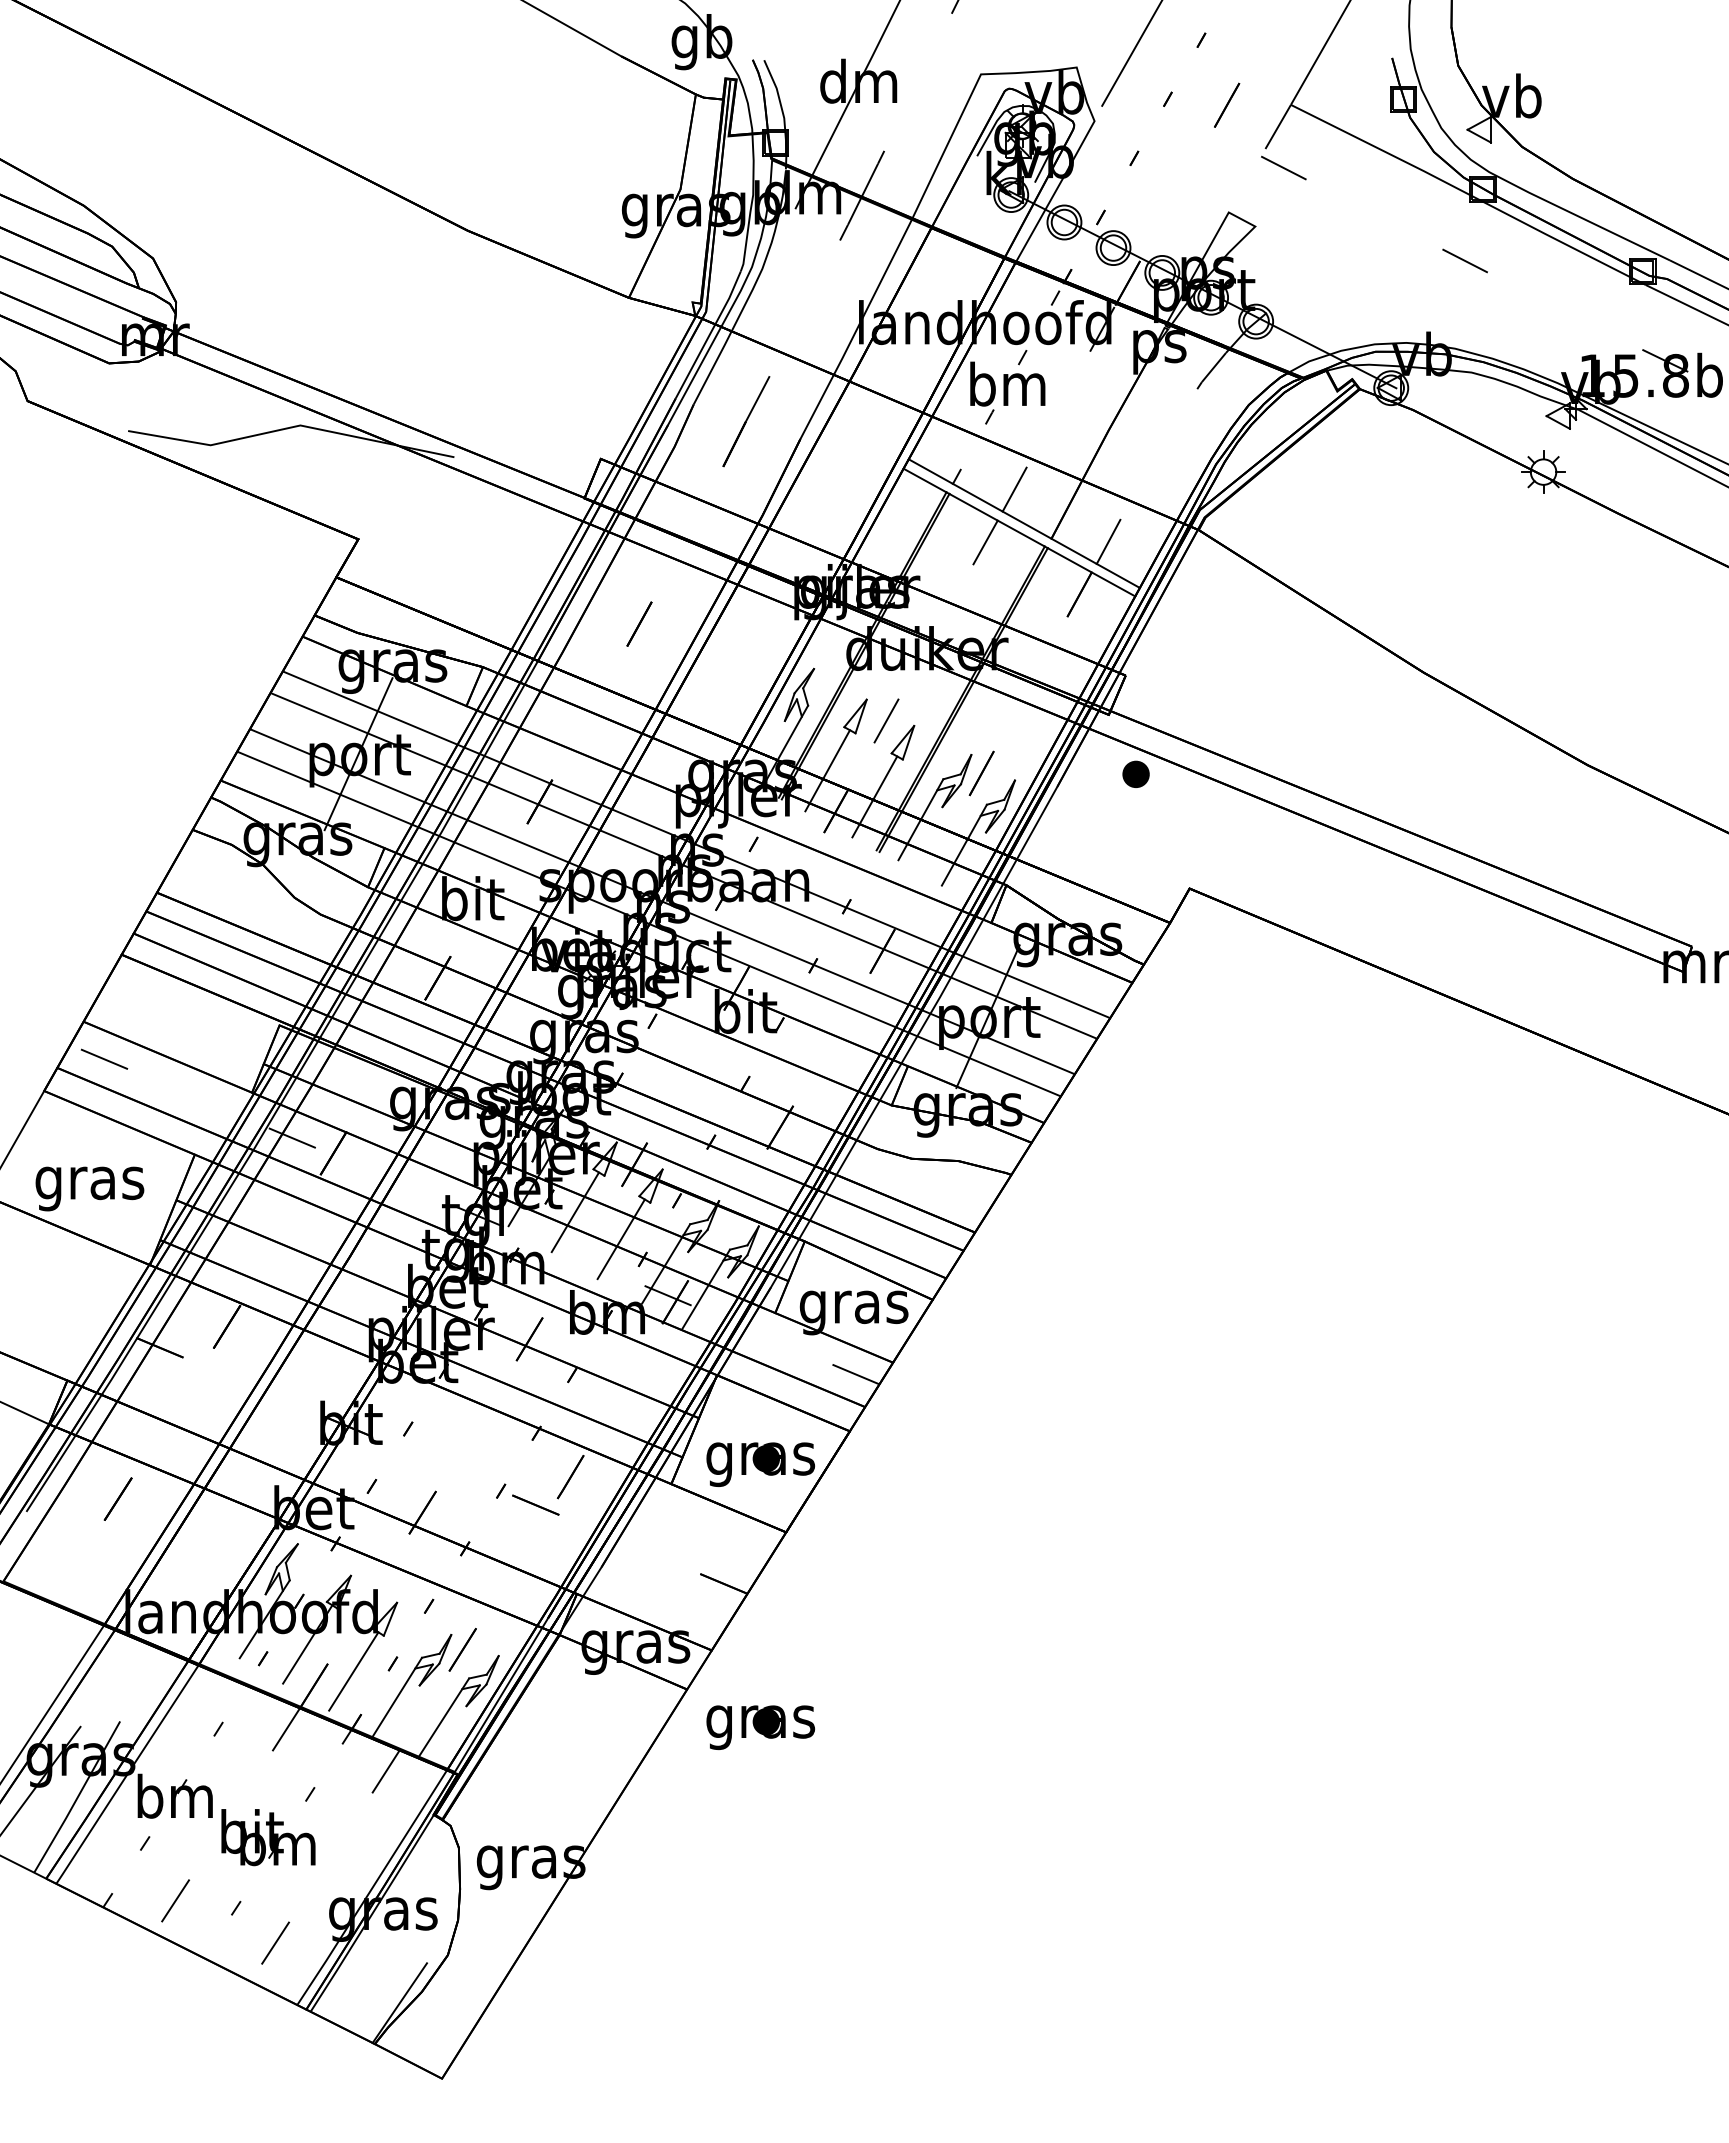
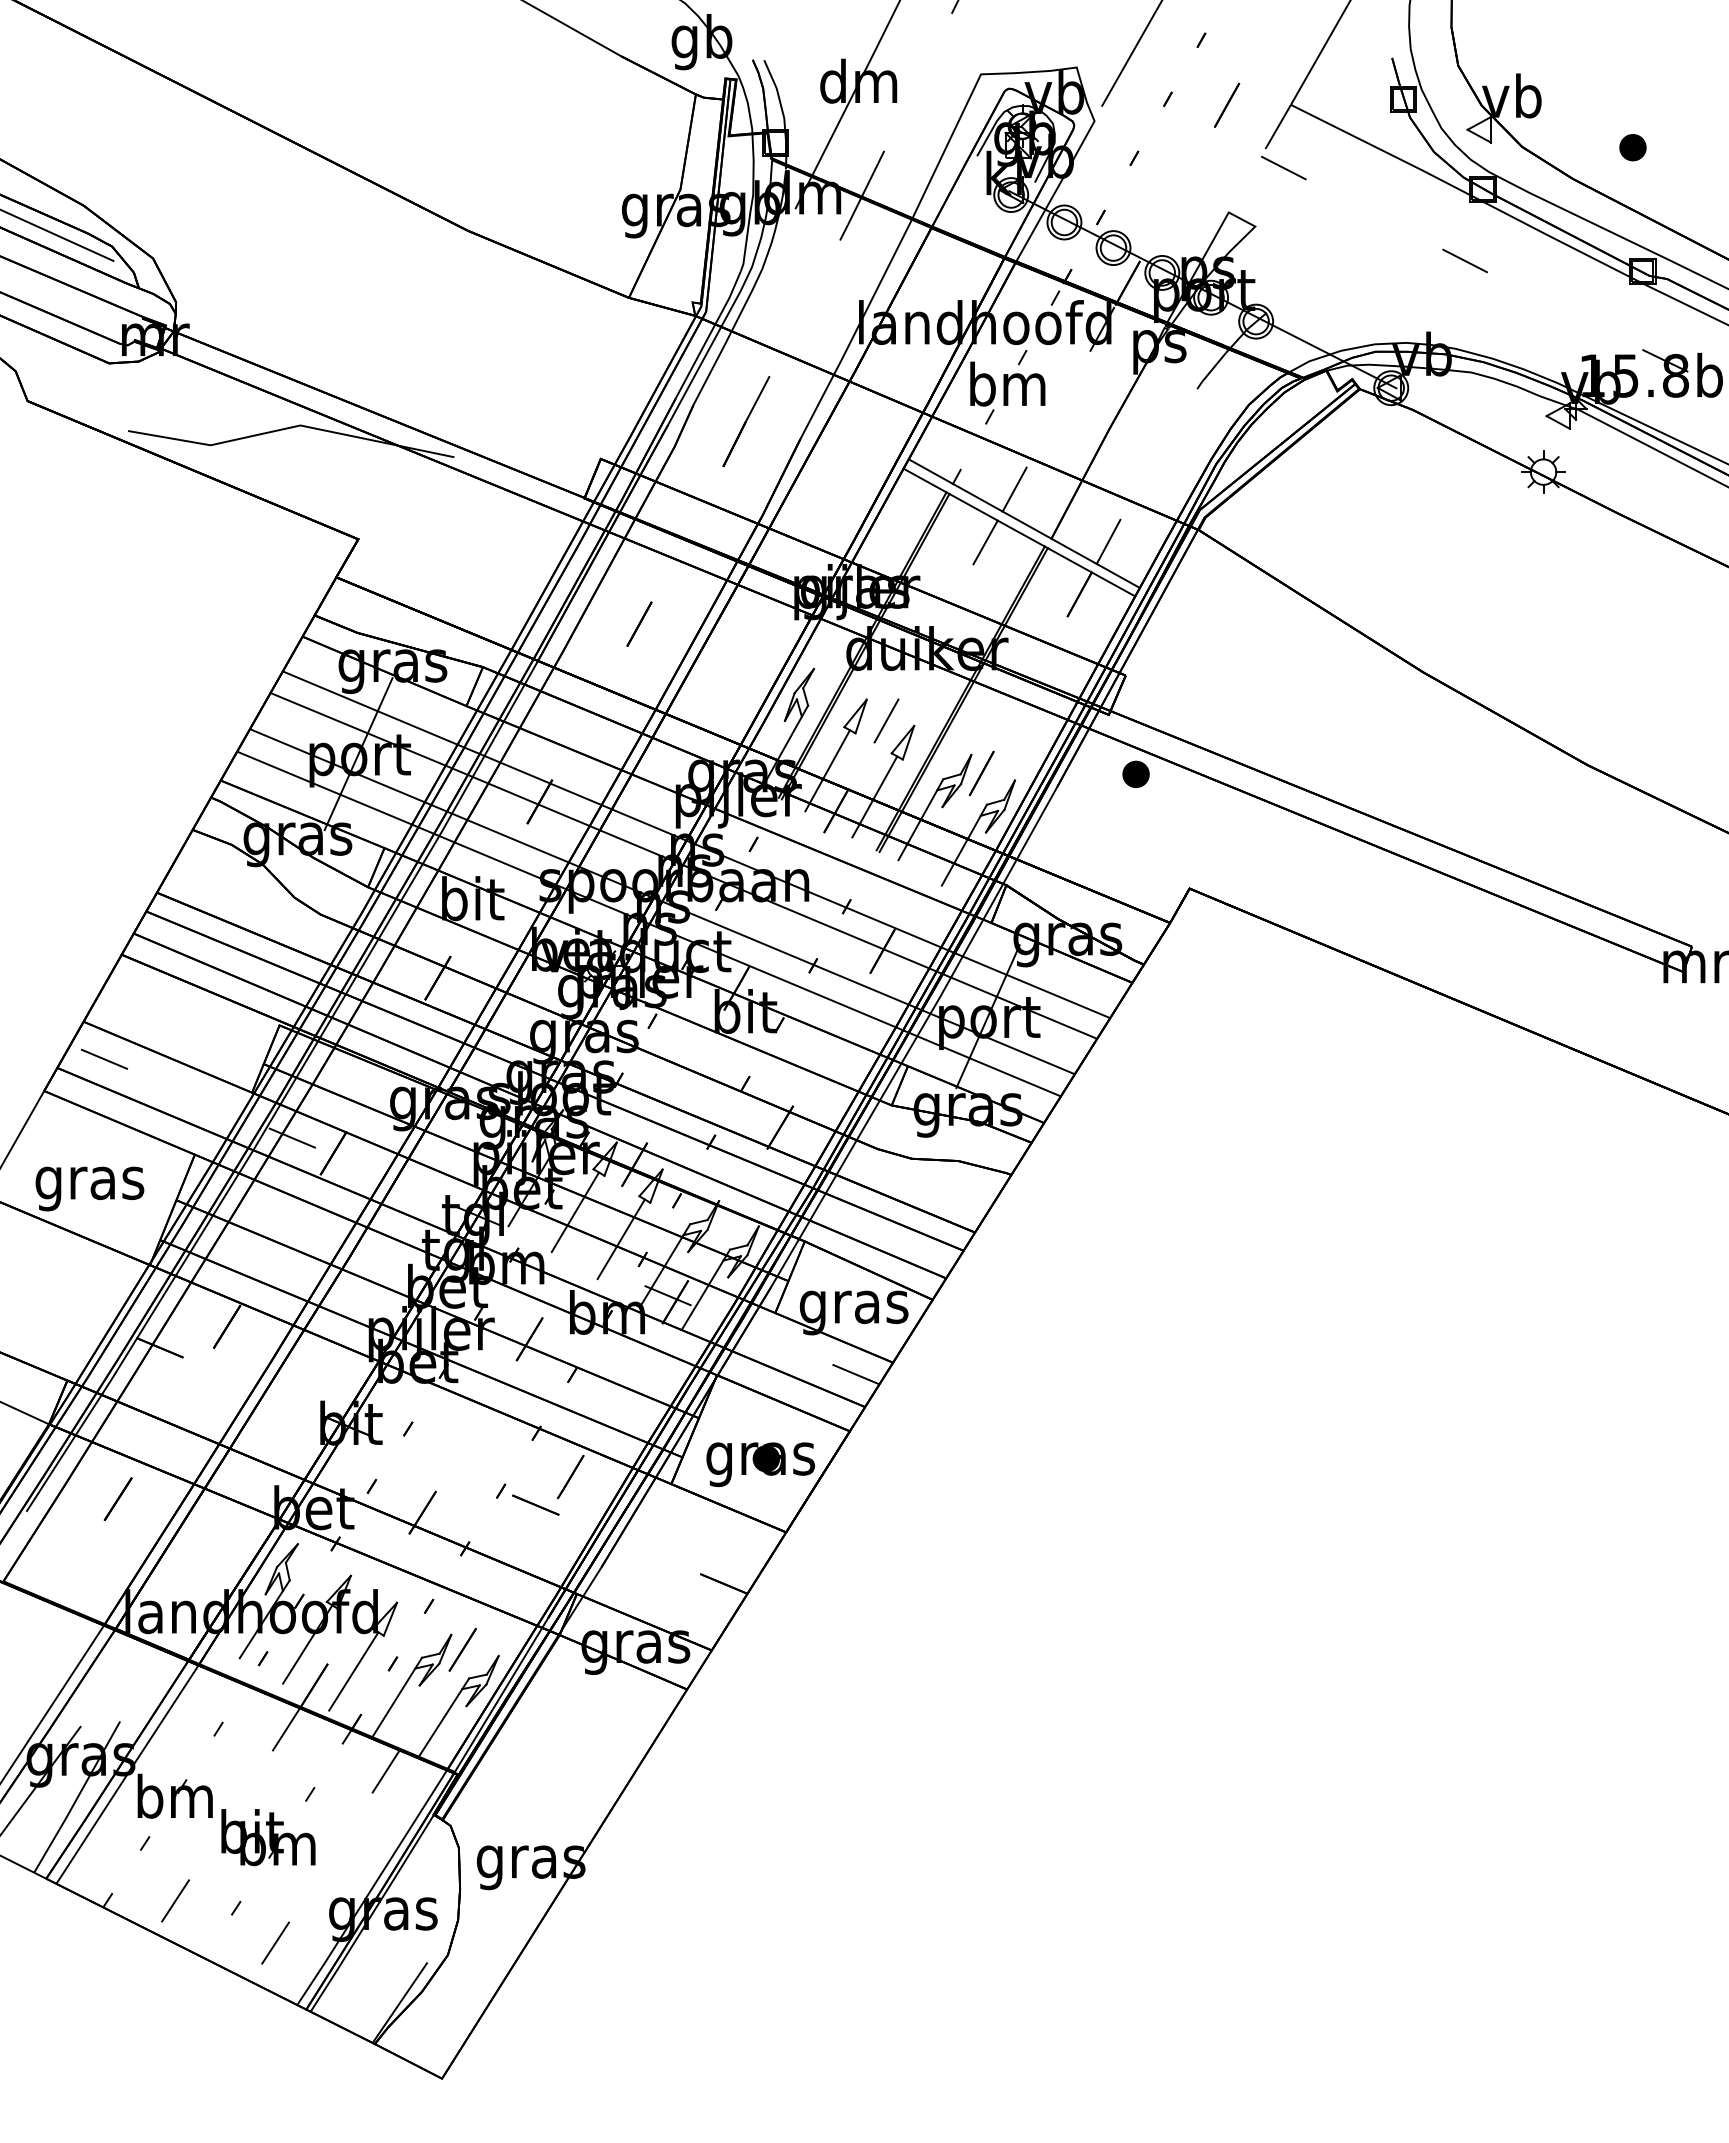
part at (1632, 147): none -> present
line at (57, 235): none -> present
part at (760, 1727): present -> none
